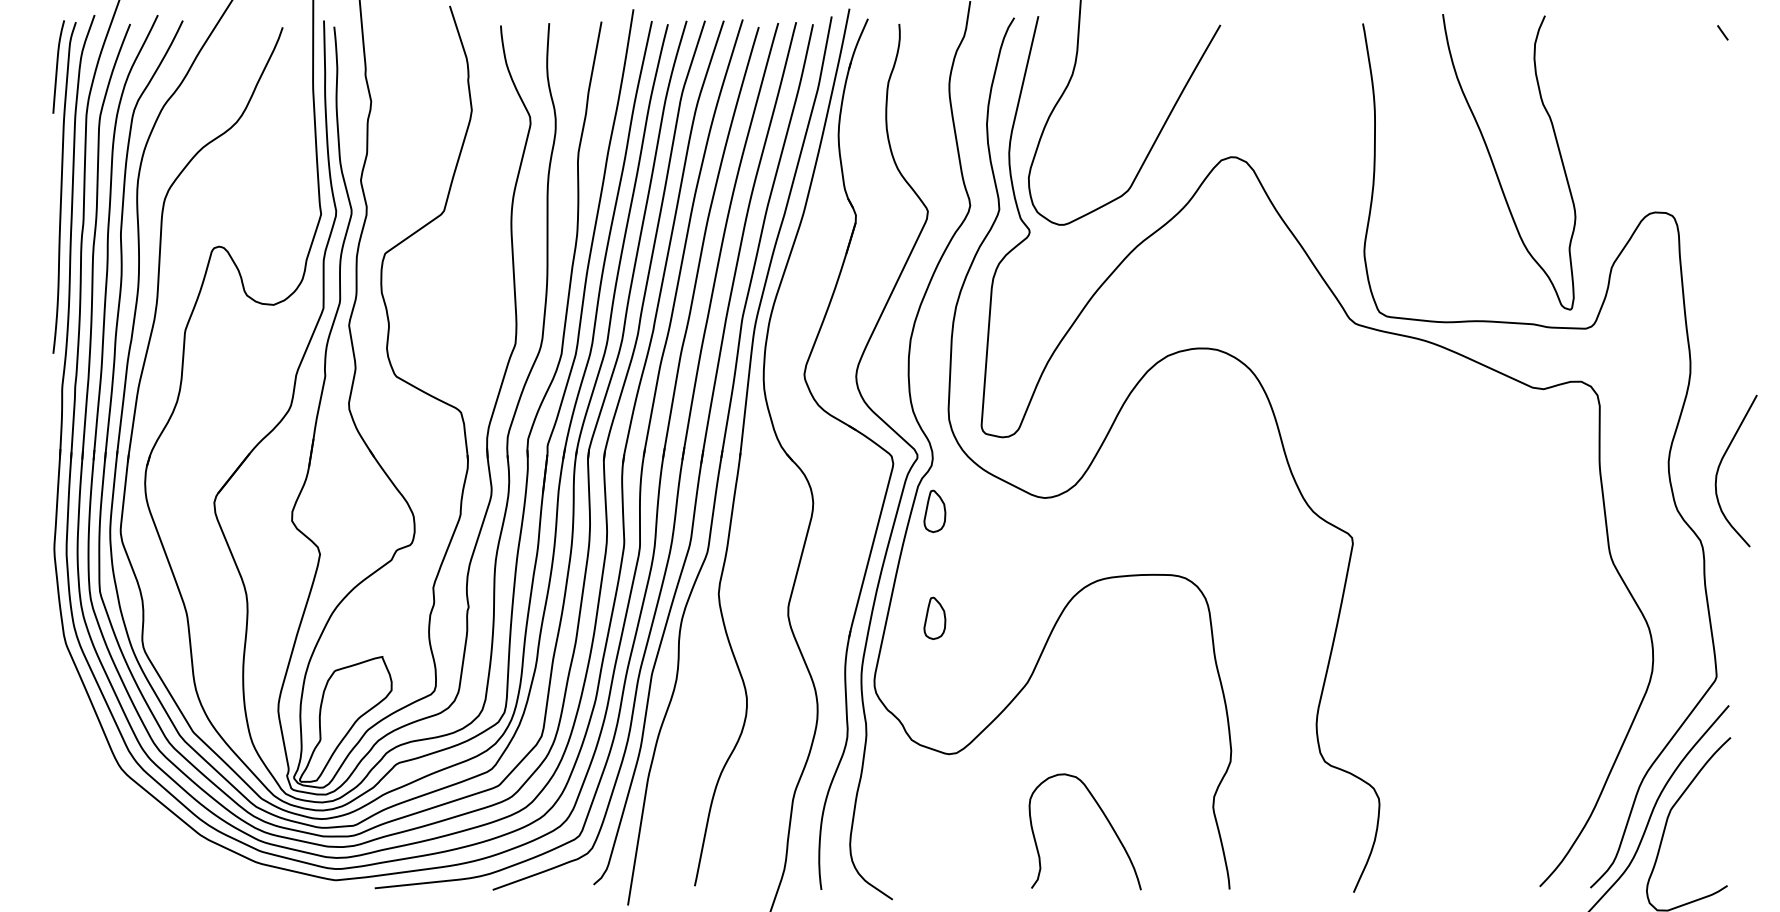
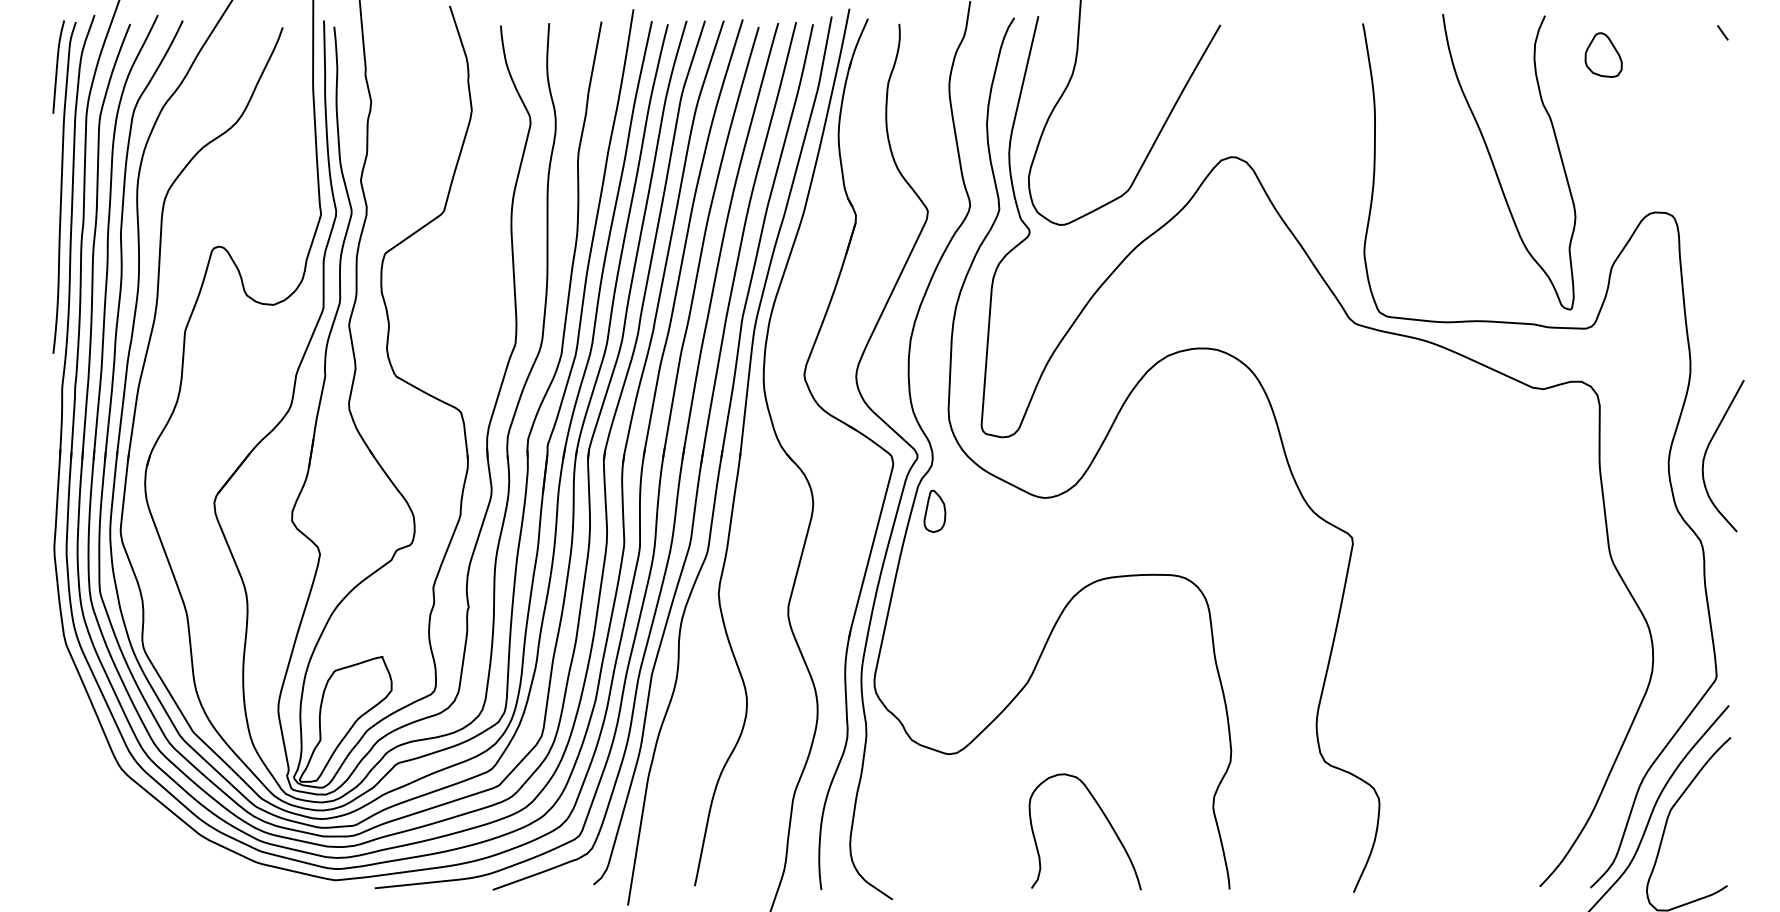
part at (1603, 54): none -> present
curve at (1721, 463) position: (1721, 463) -> (1708, 448)
part at (934, 617): present -> none
